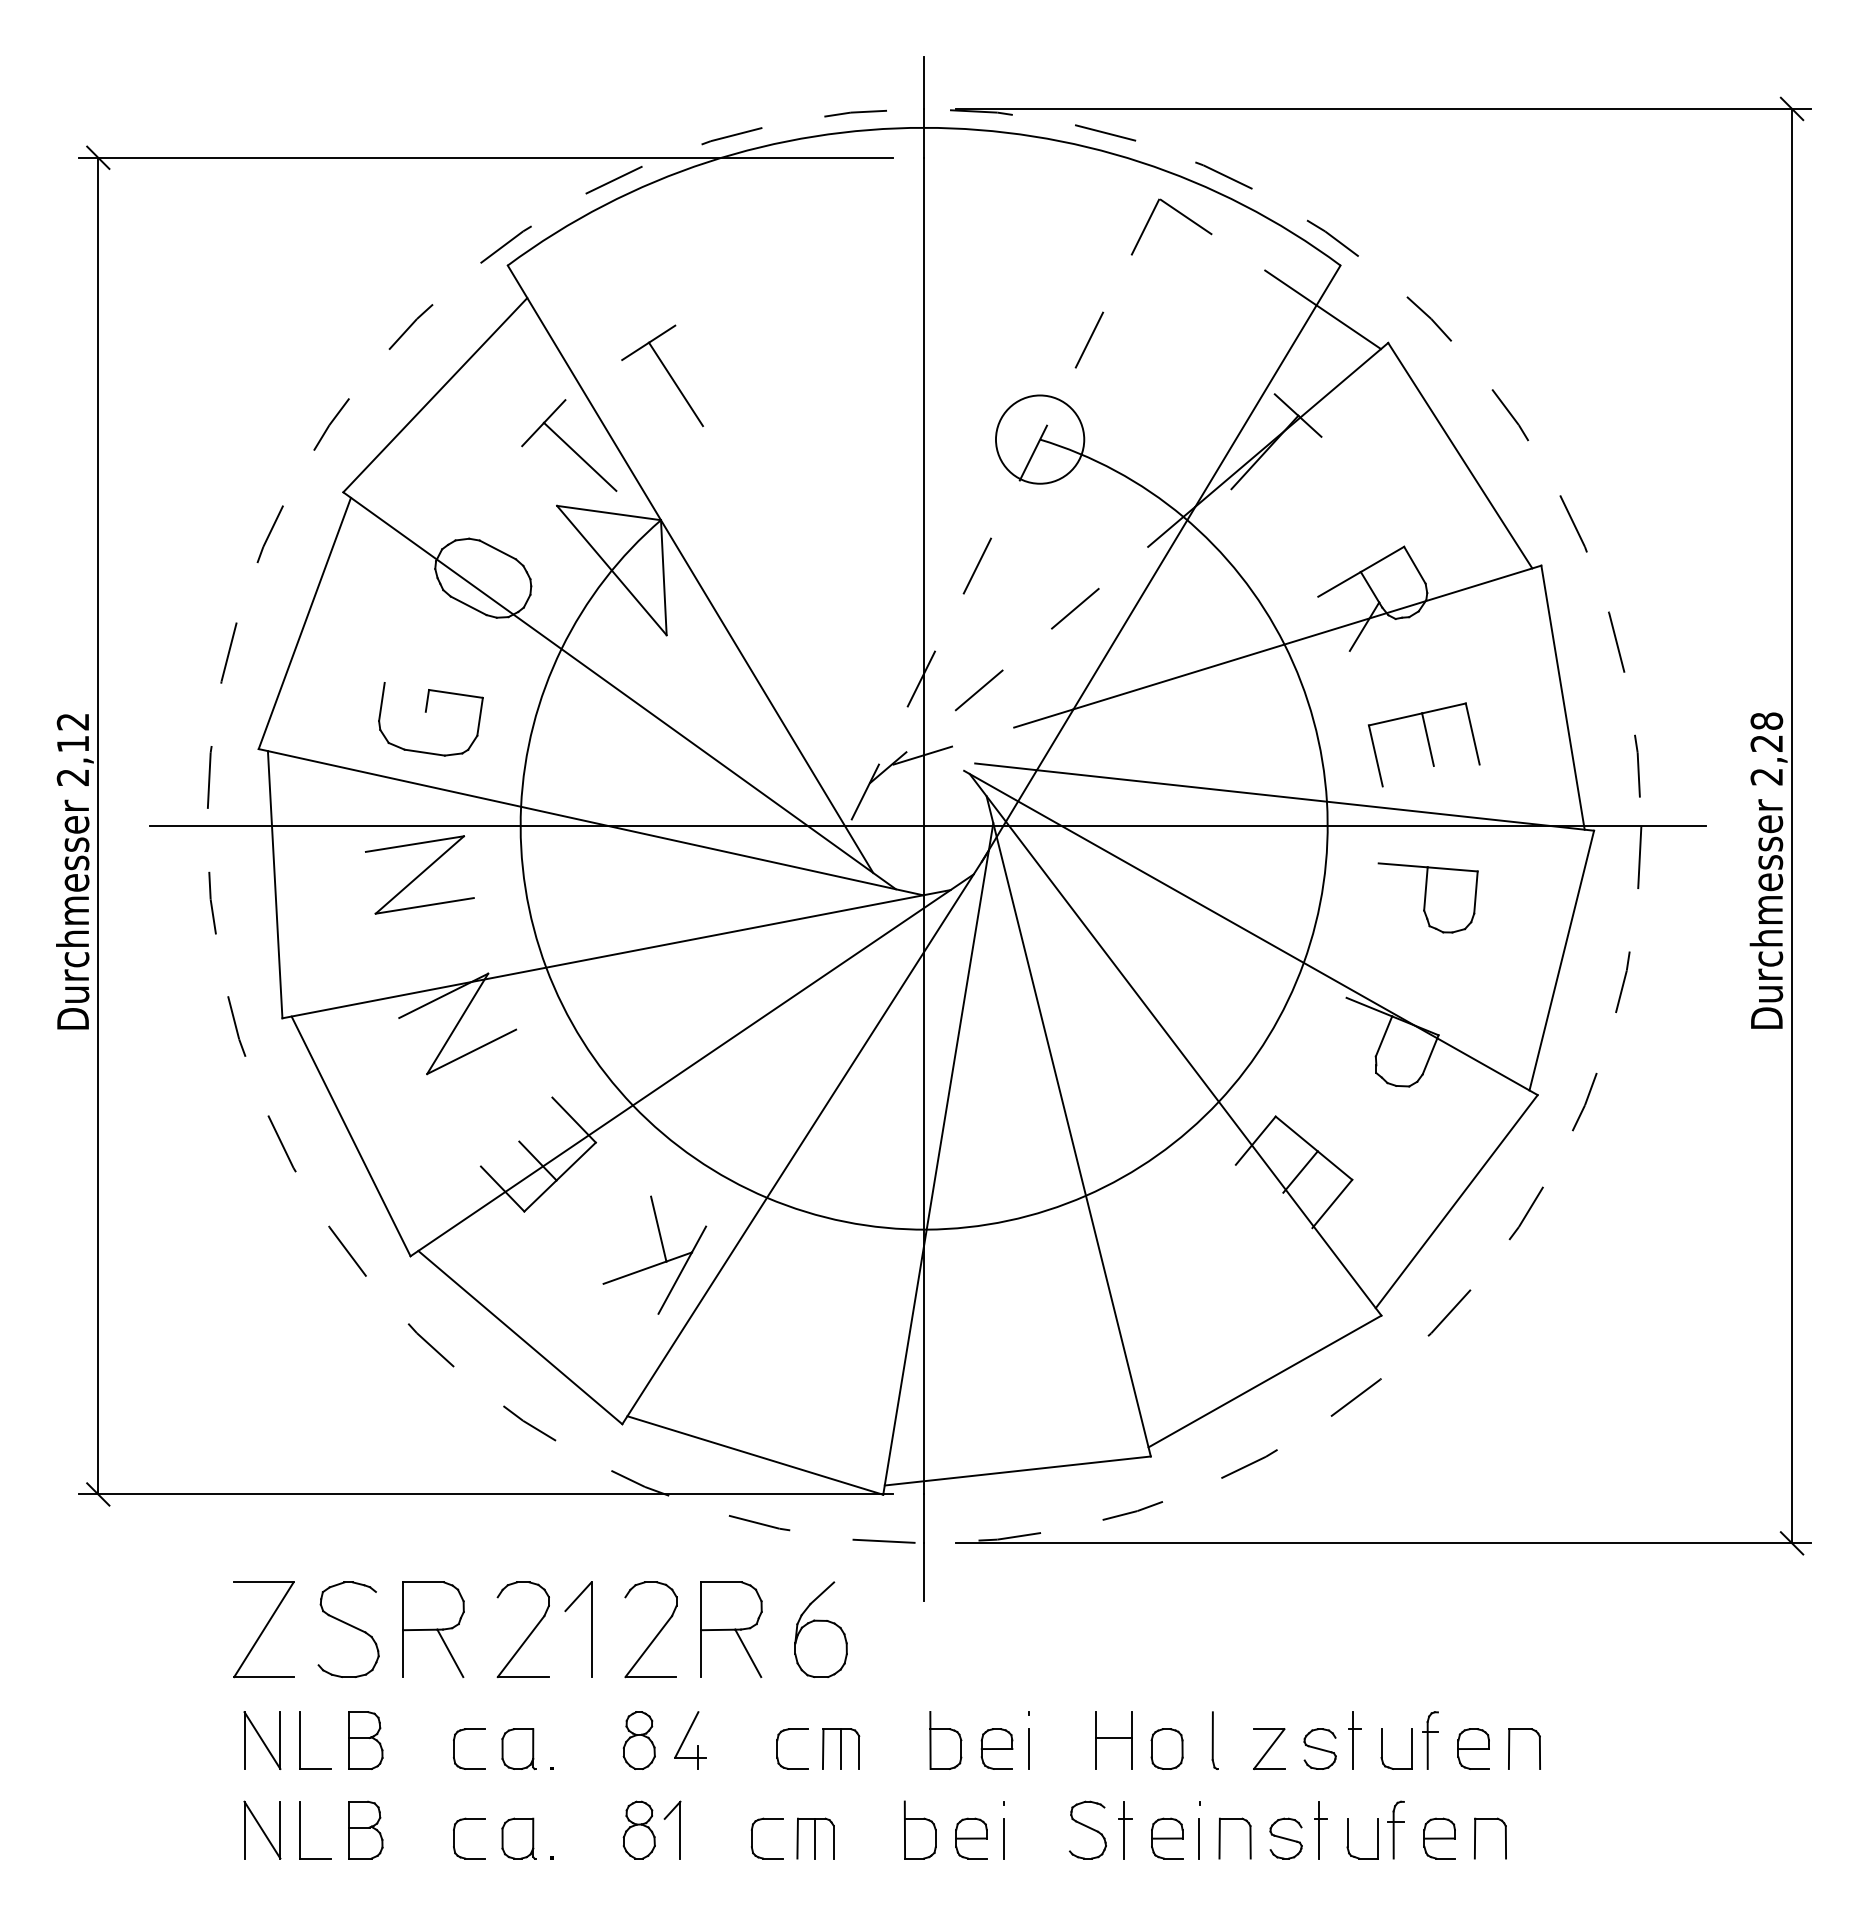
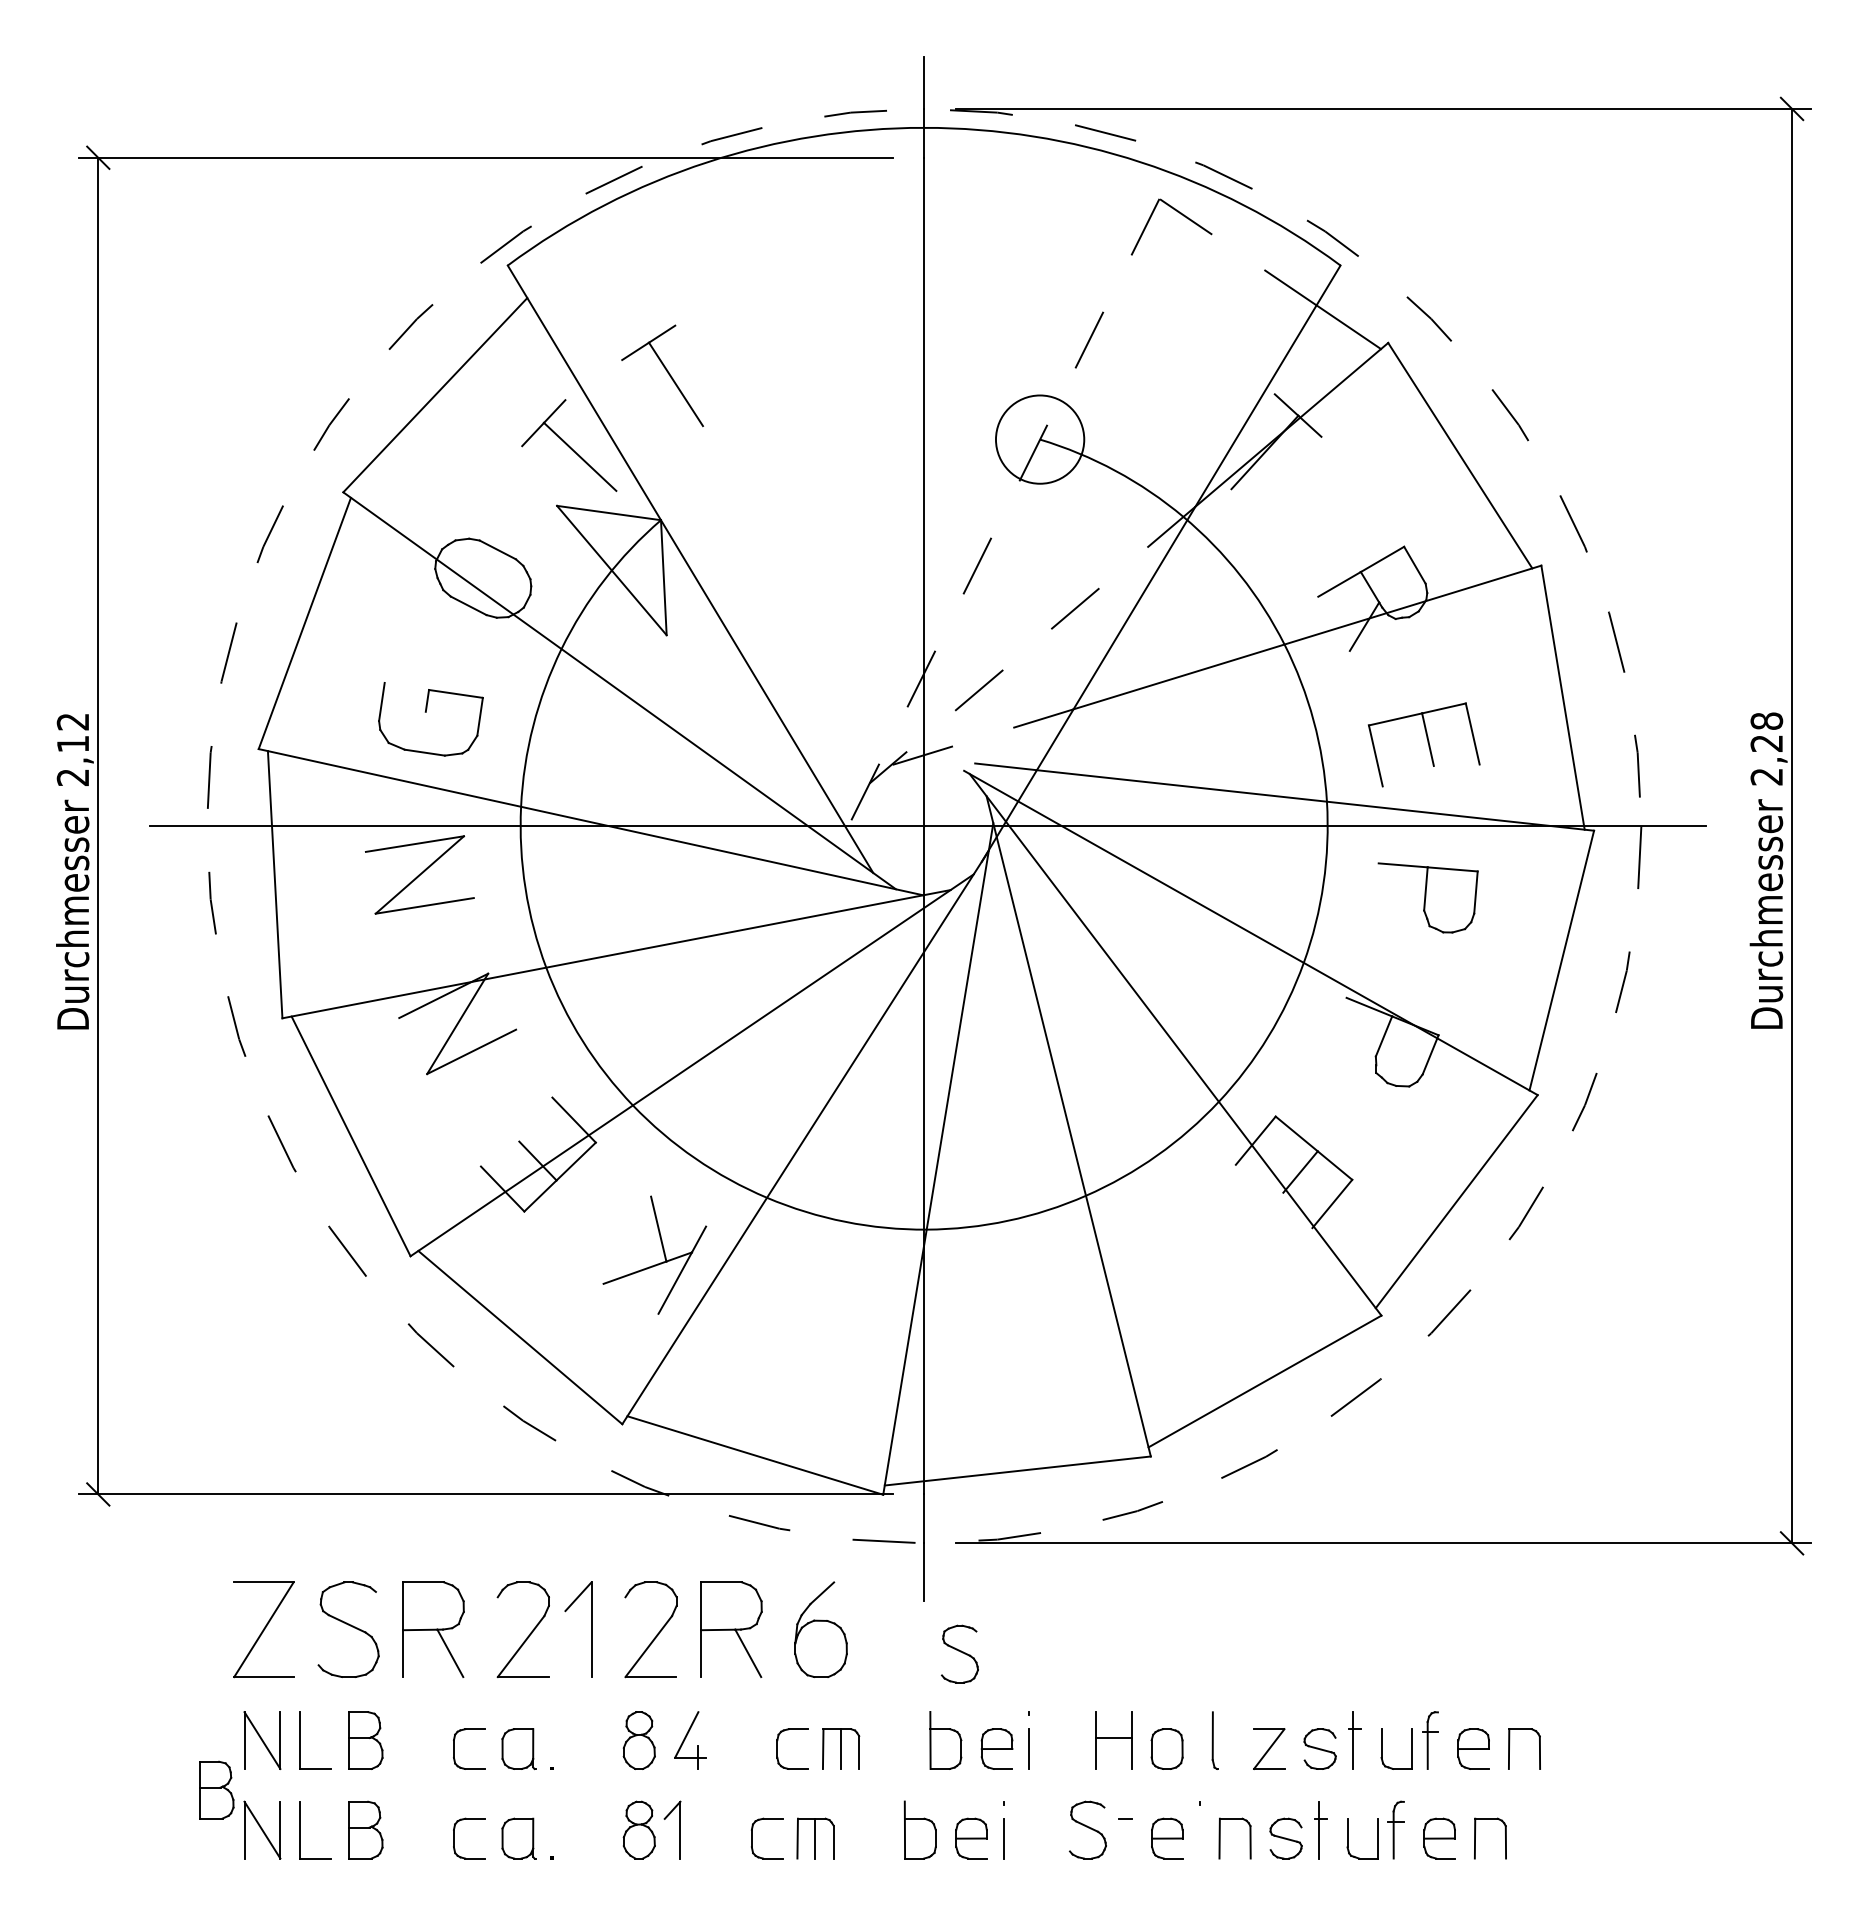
part at (959, 1653): none -> present
part at (216, 1789): none -> present
line at (1123, 1829): present -> none
line at (1199, 1838): present -> none
